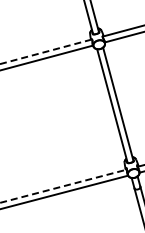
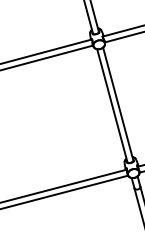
line at (46, 51): dashed -> solid
line at (64, 186): dashed -> solid
